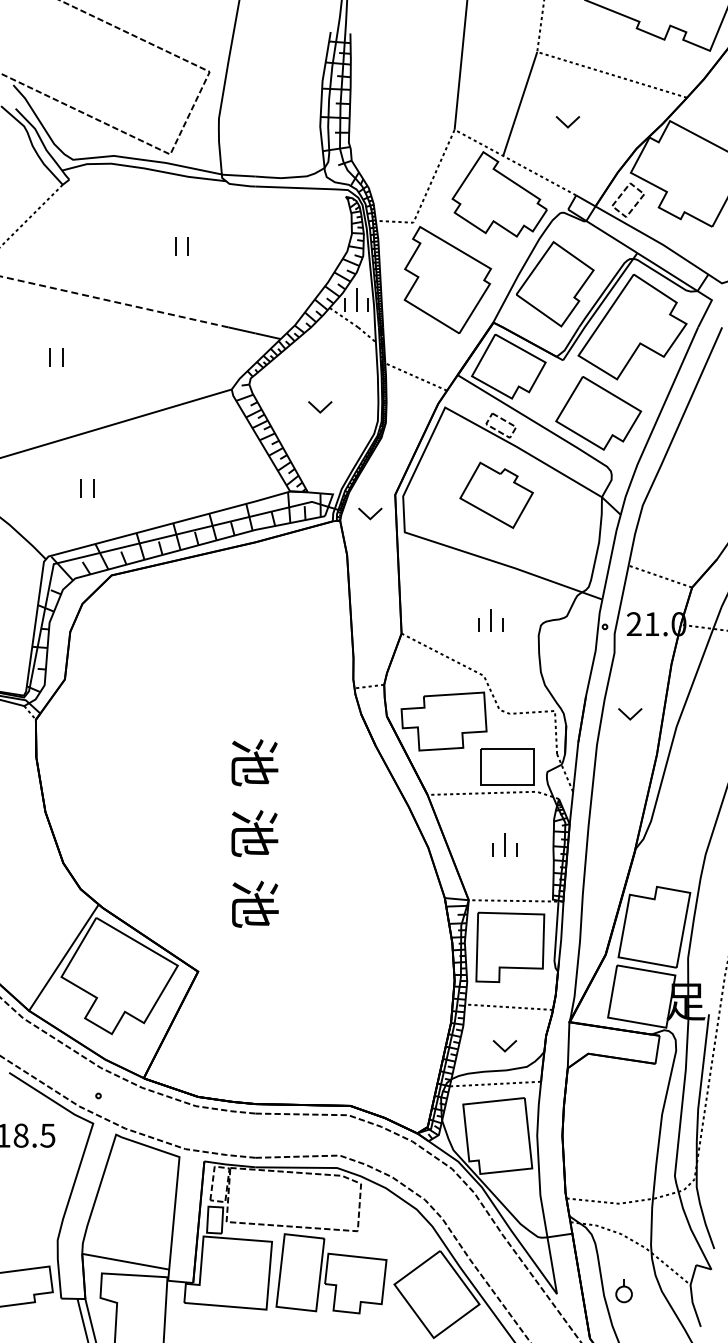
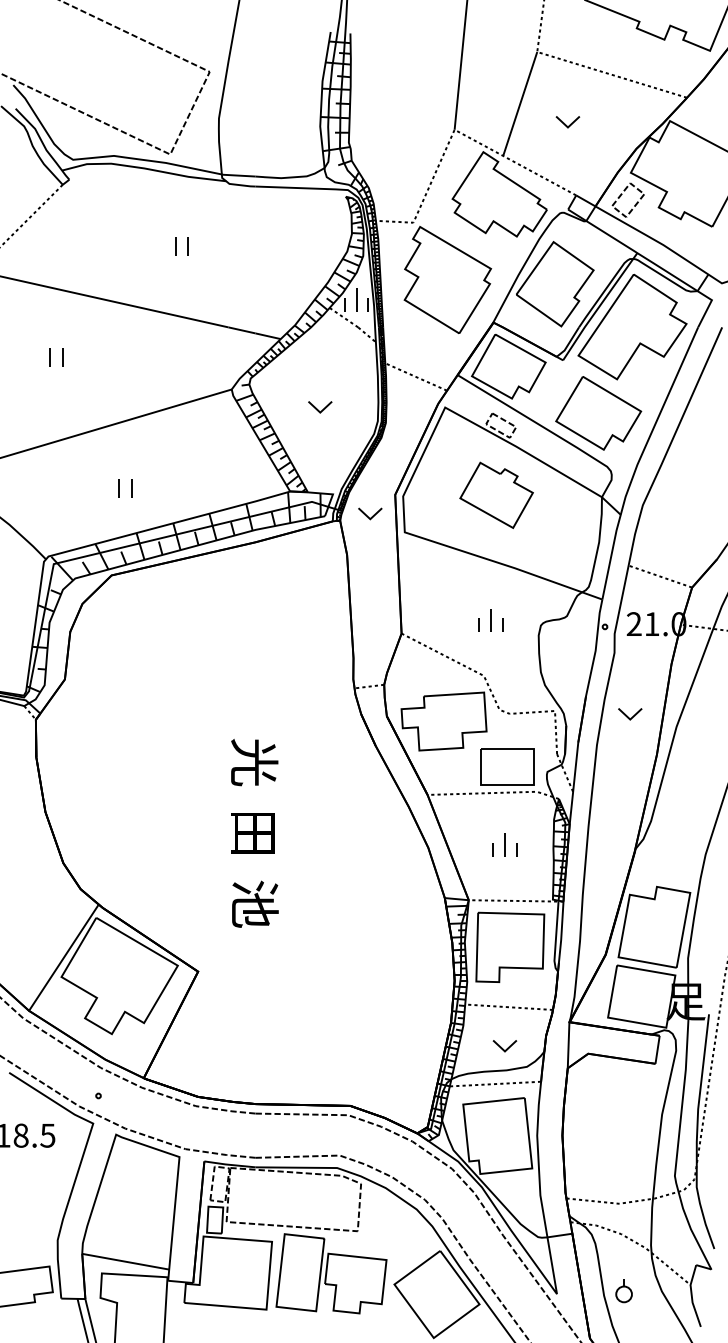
line at (114, 301): dashed -> solid
part at (87, 488) position: (87, 488) -> (125, 488)
text at (254, 762): 池 -> 光
text at (254, 833): 池 -> 田
